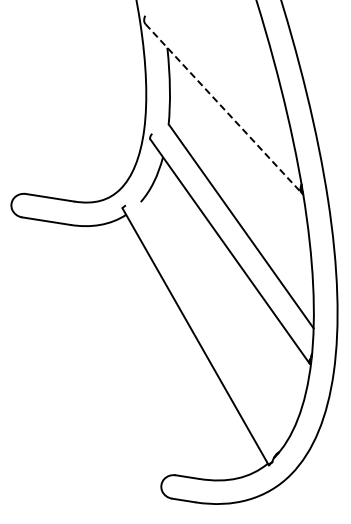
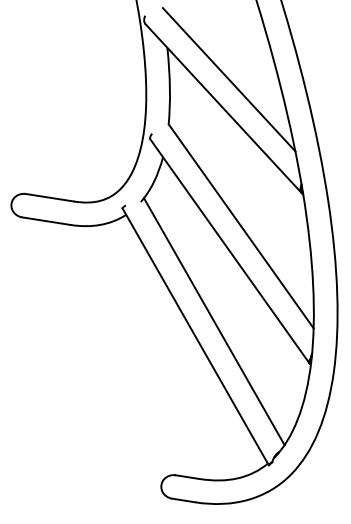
line at (228, 79): none -> present
line at (223, 109): dashed -> solid
line at (214, 321): none -> present
